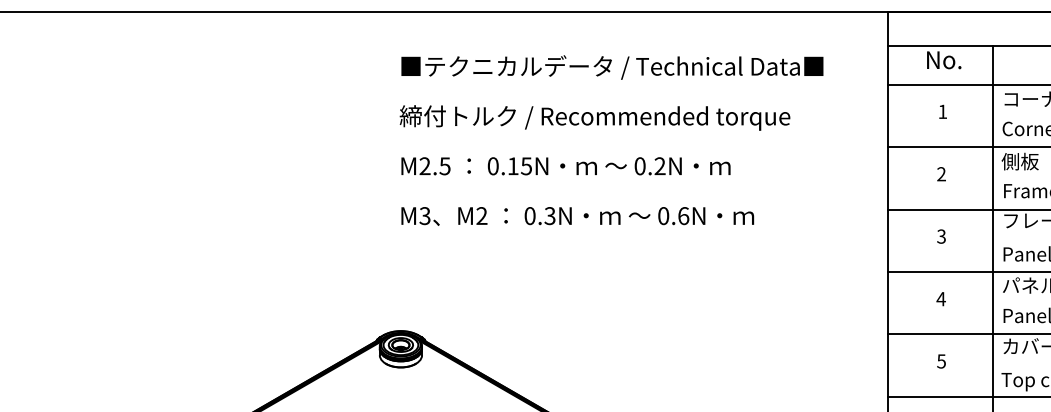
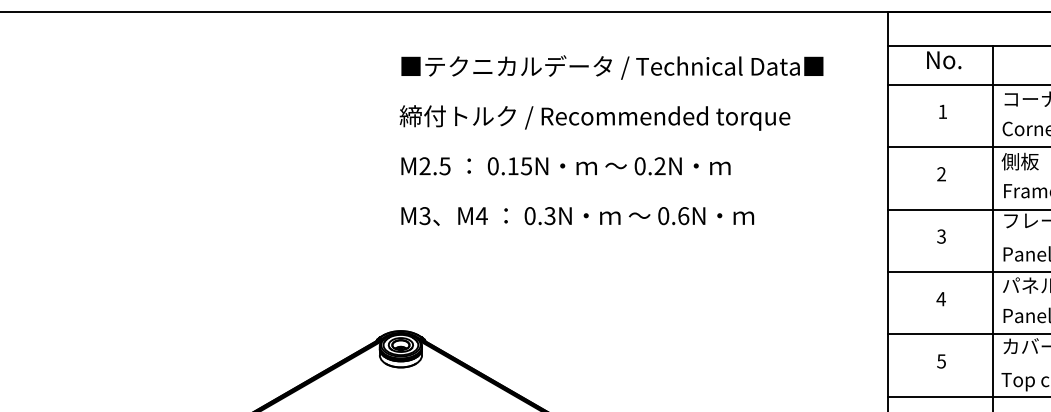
text at (481, 215): M2 -> M4
